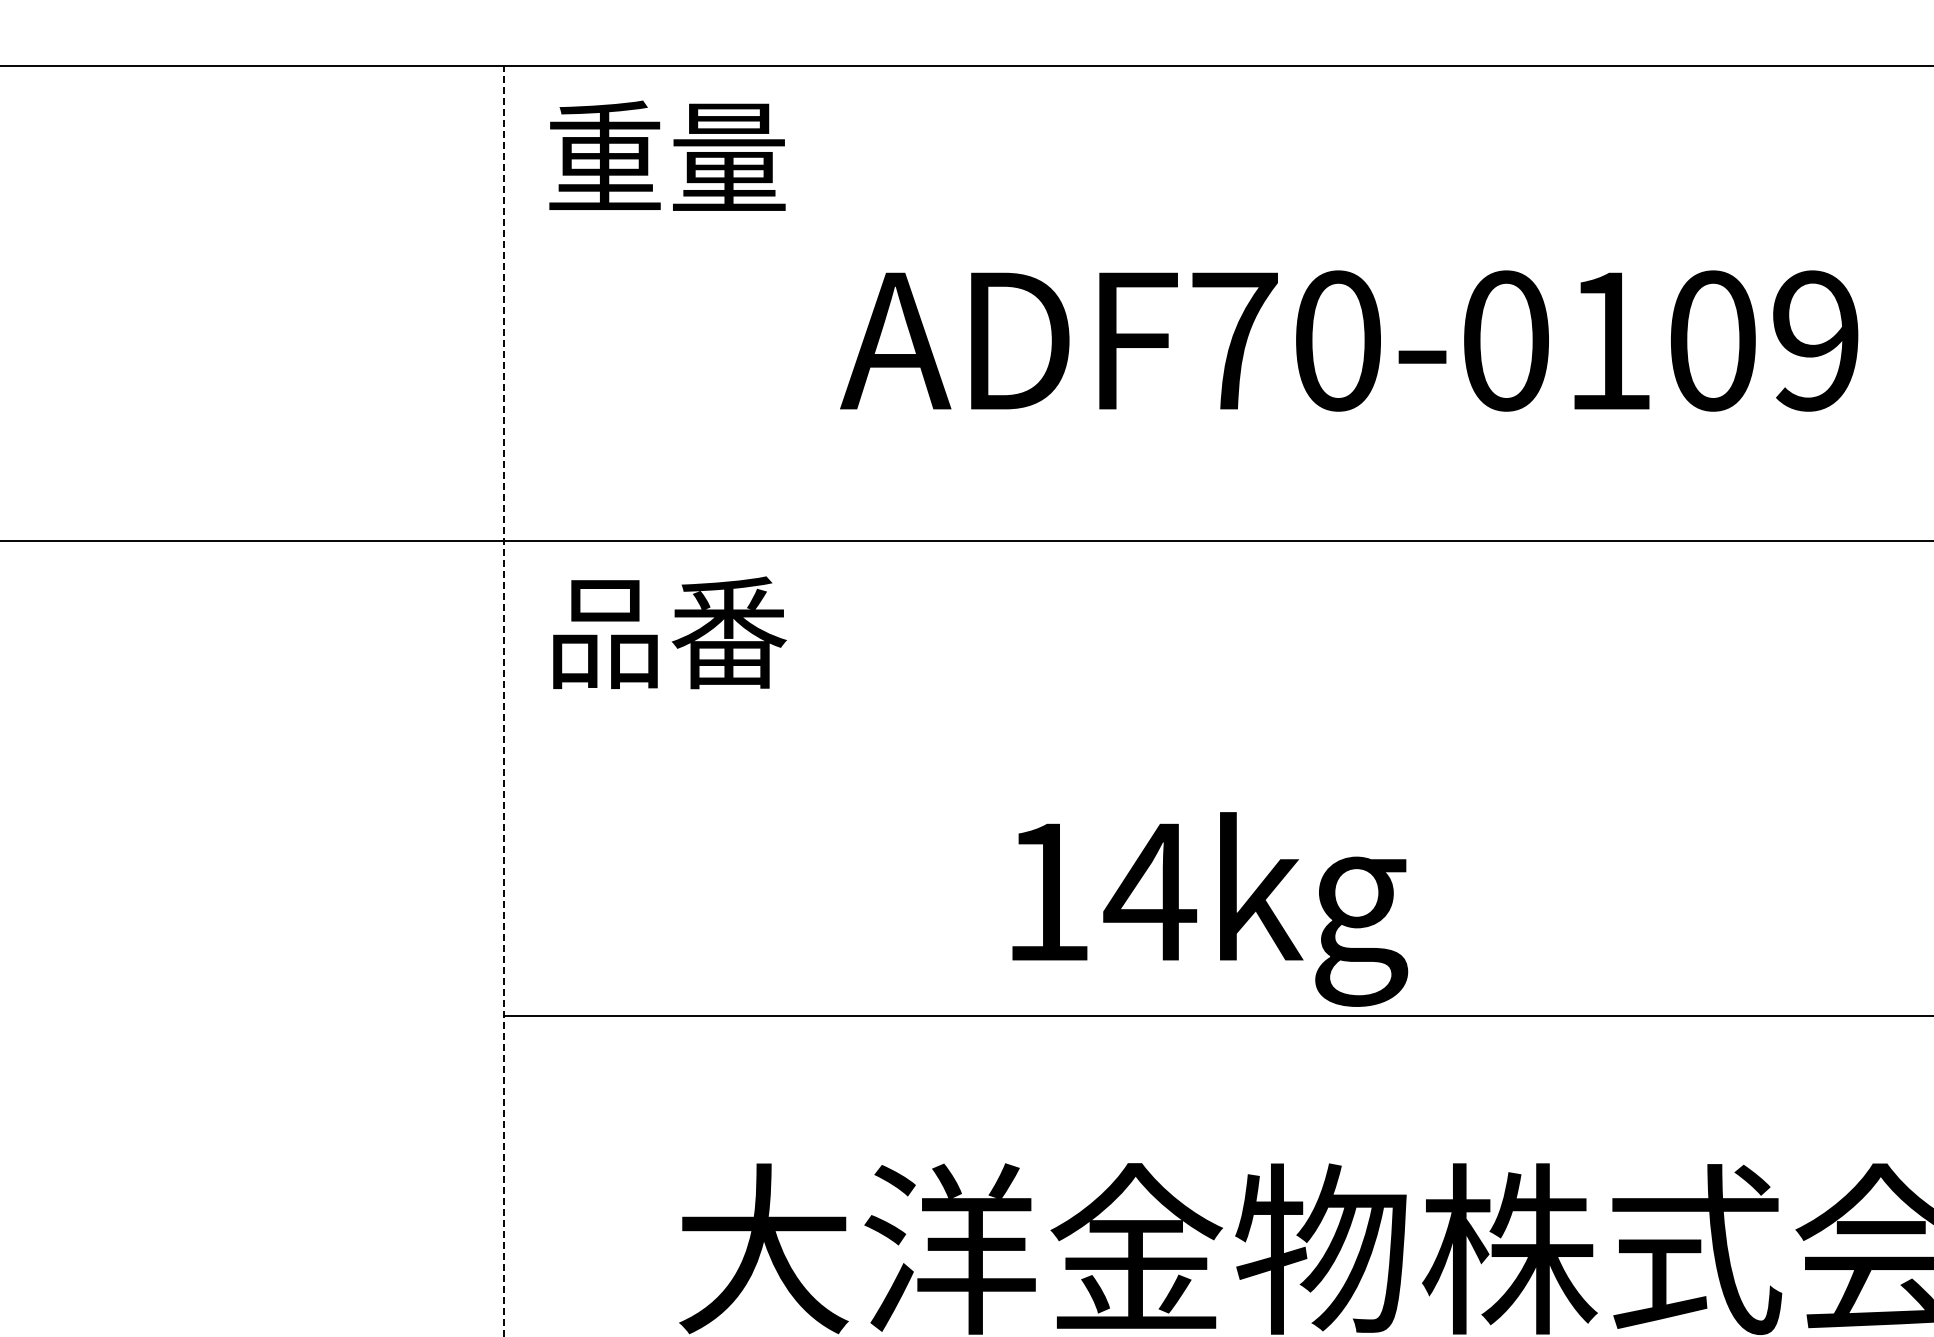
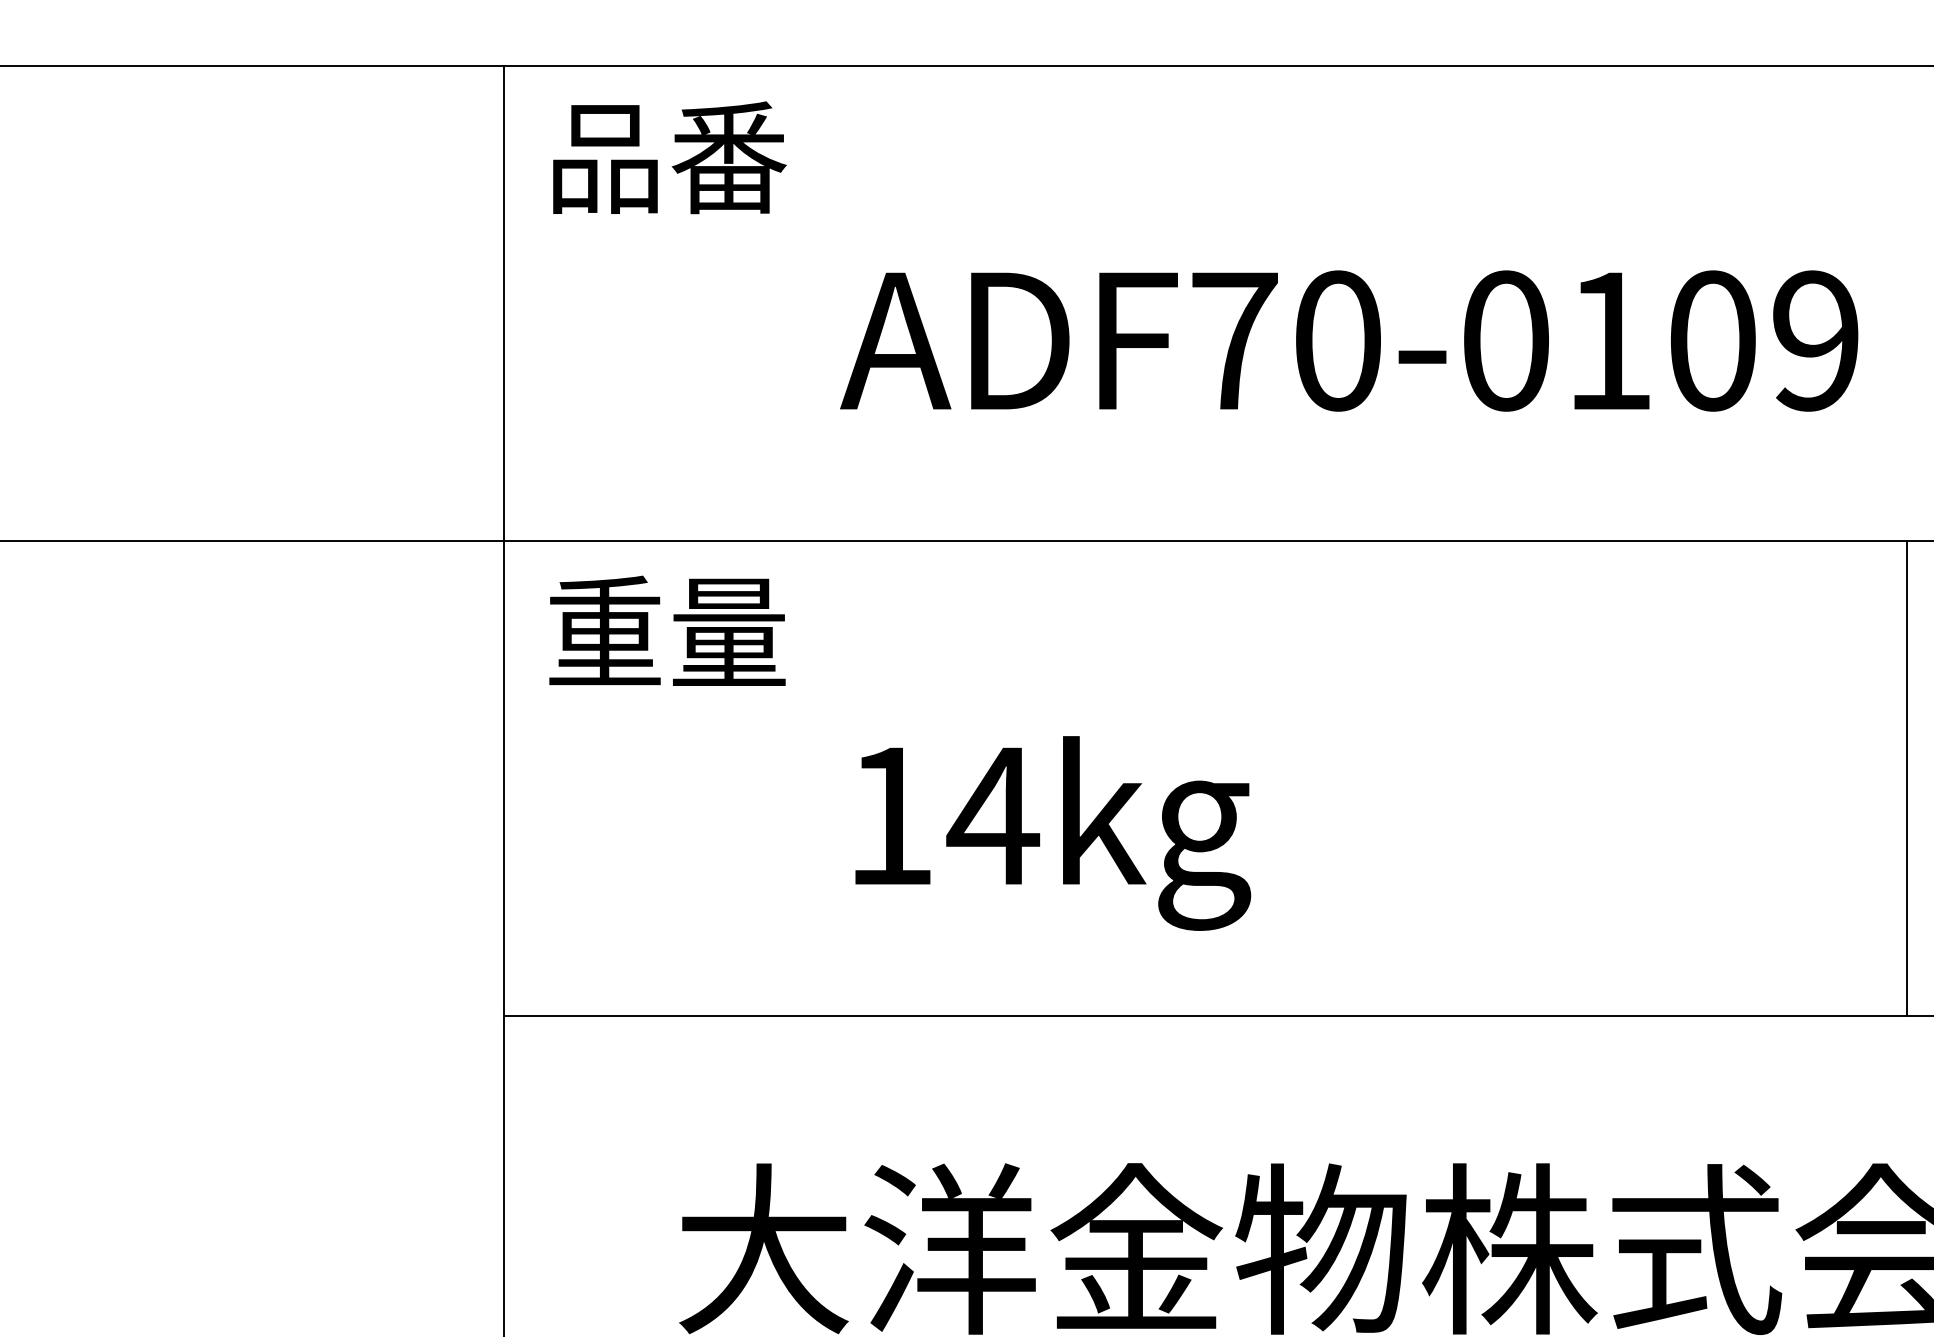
text at (667, 157): 重量 -> 品番
text at (667, 632): 品番 -> 重量
line at (503, 700): dashed -> solid
line at (1906, 778): none -> present
text at (1210, 909) position: (1210, 909) -> (1053, 833)
